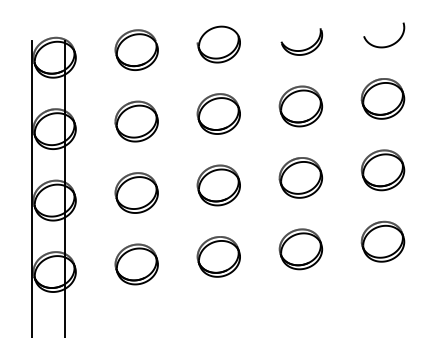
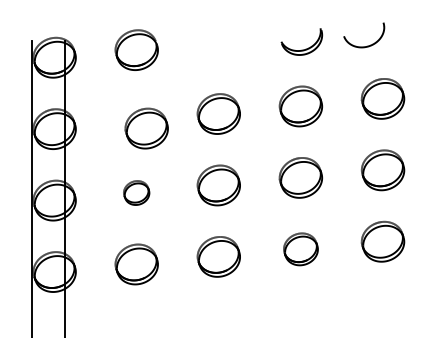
part at (218, 44): present -> none
curve at (387, 45) position: (387, 45) -> (367, 45)
part at (136, 121) position: (136, 121) -> (146, 128)
part at (136, 192) size: 45x42 px -> 28x26 px
part at (300, 249) size: 46x43 px -> 36x35 px
